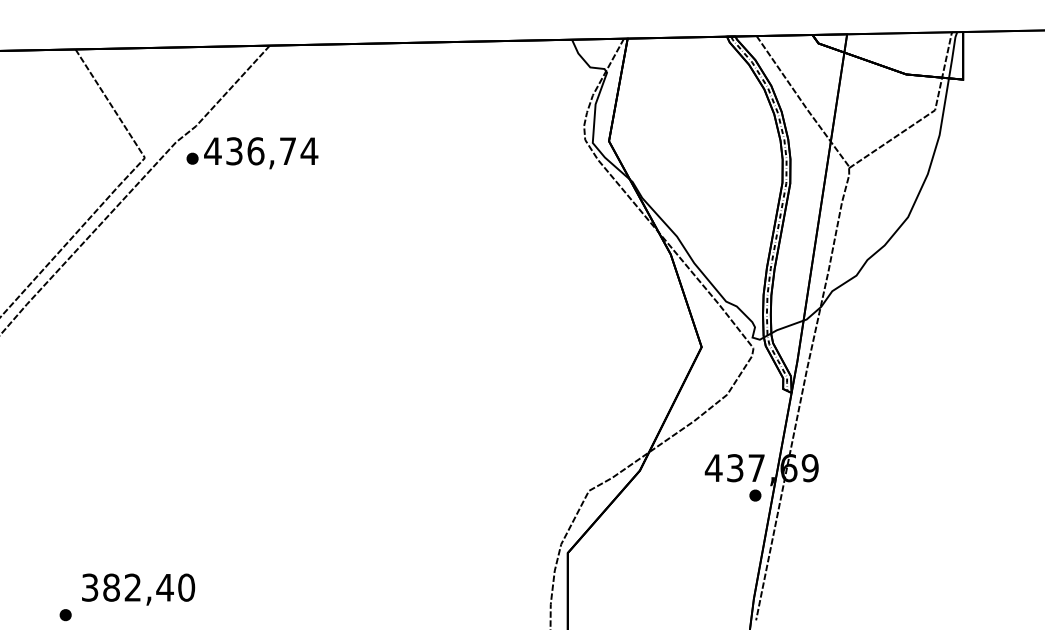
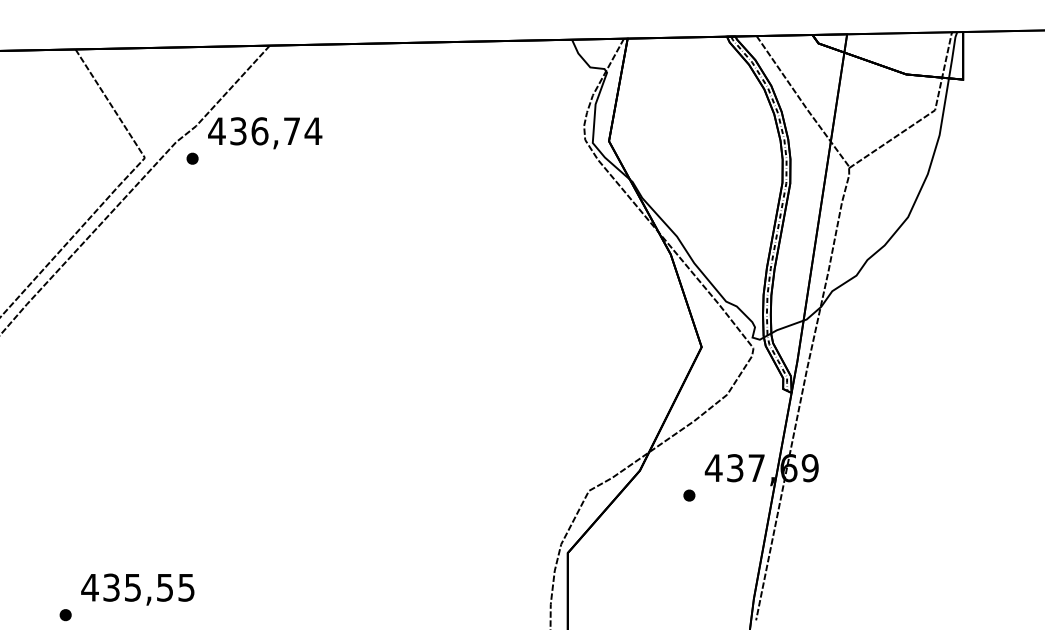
text at (261, 153) position: (261, 153) -> (265, 133)
part at (755, 495) position: (755, 495) -> (689, 495)
text at (138, 587): 382,40 -> 435,55
